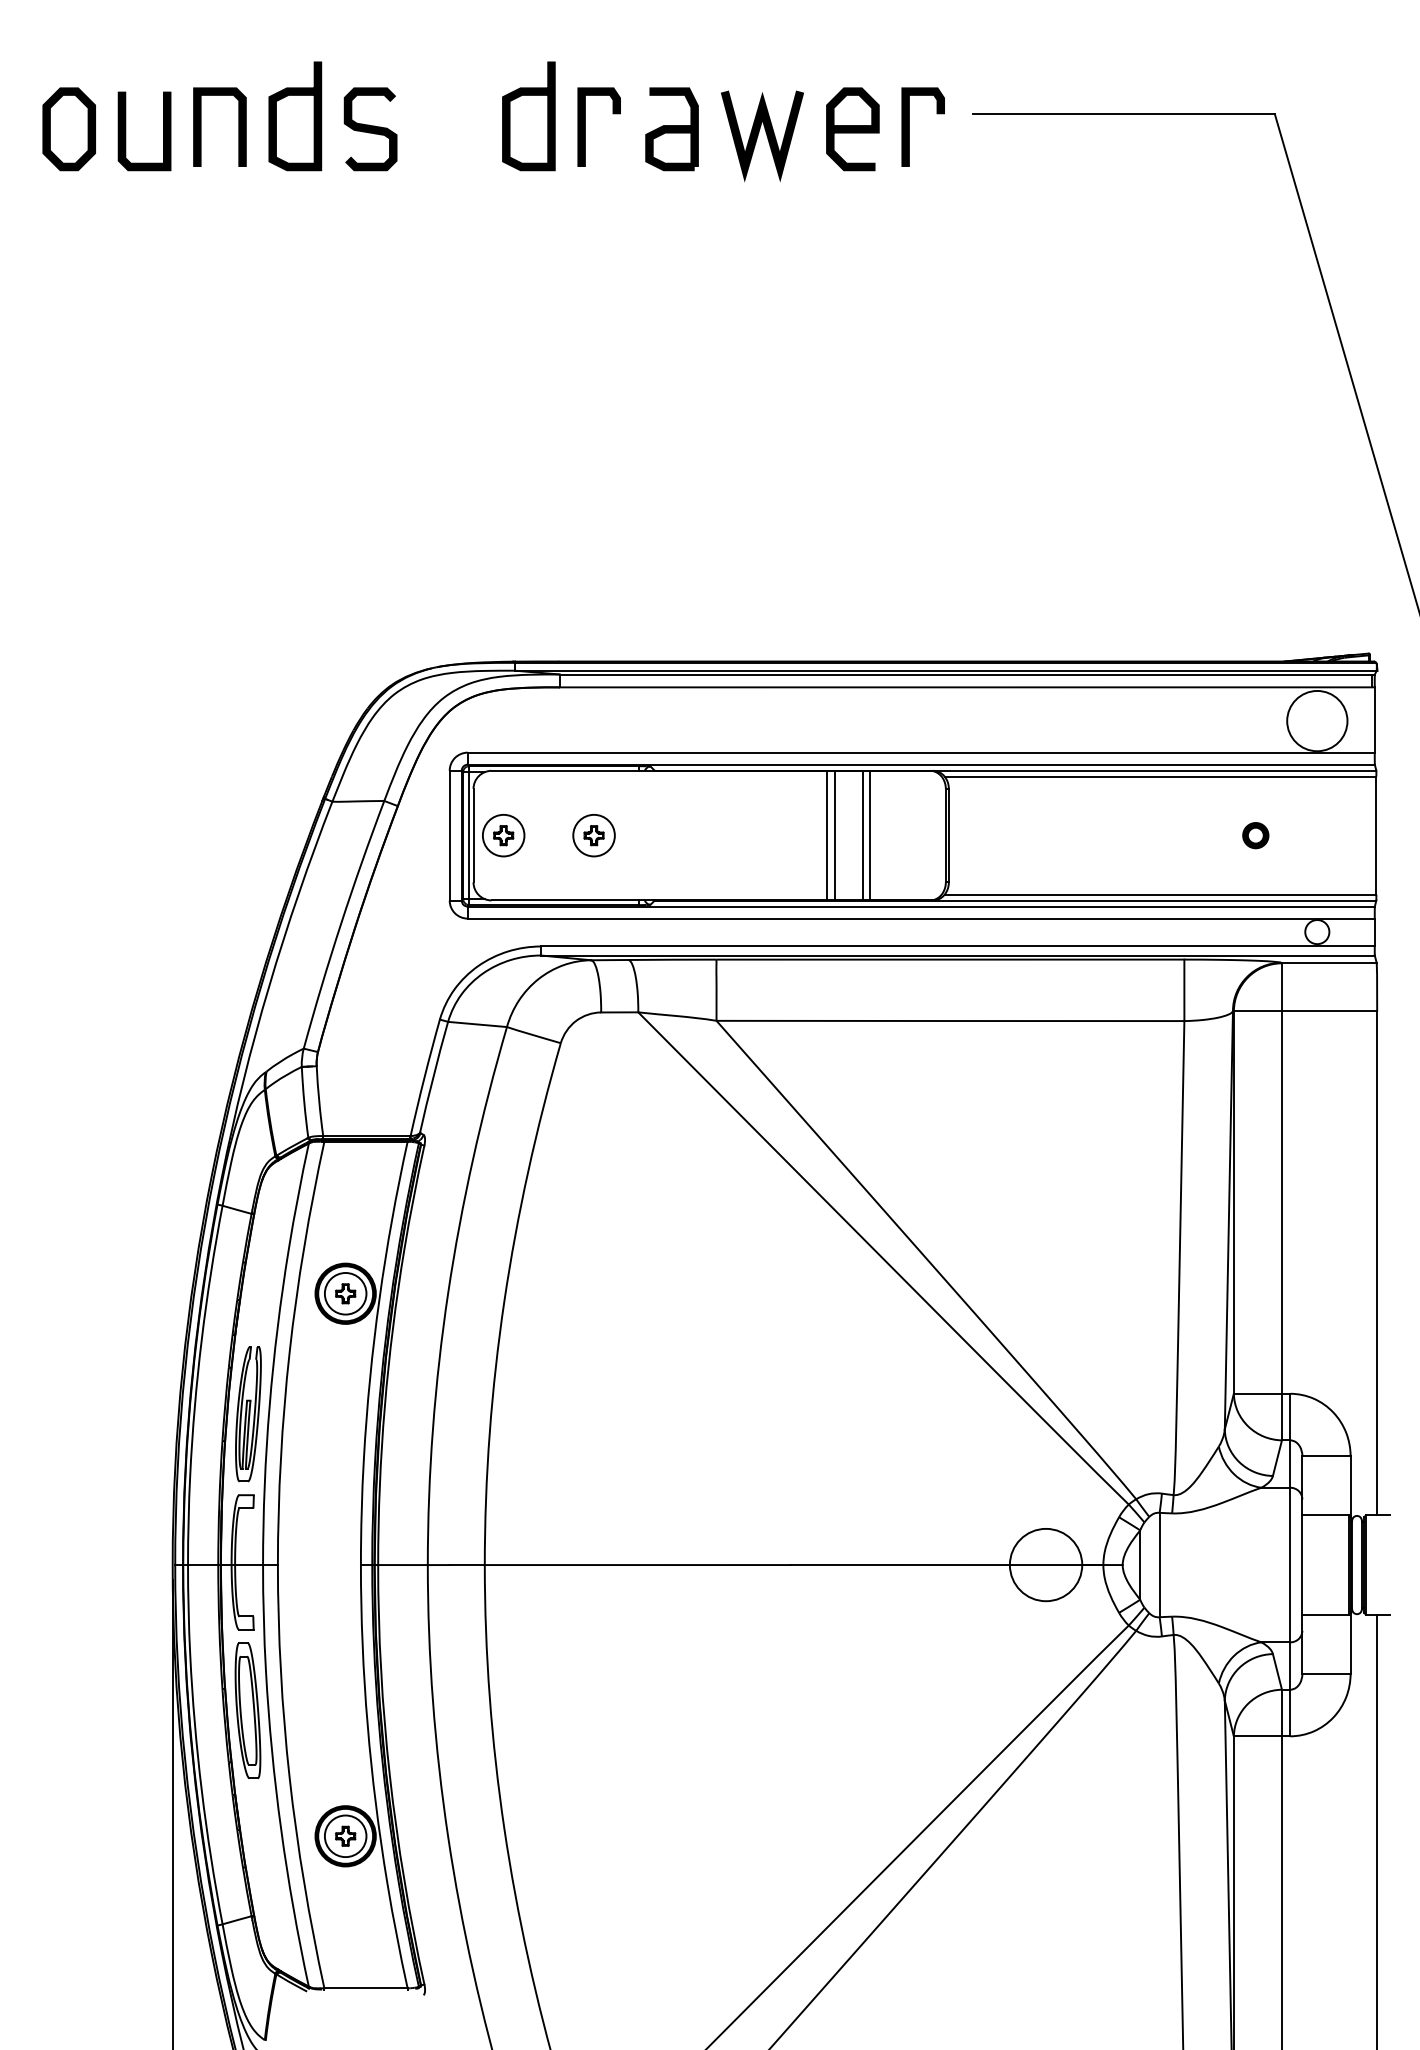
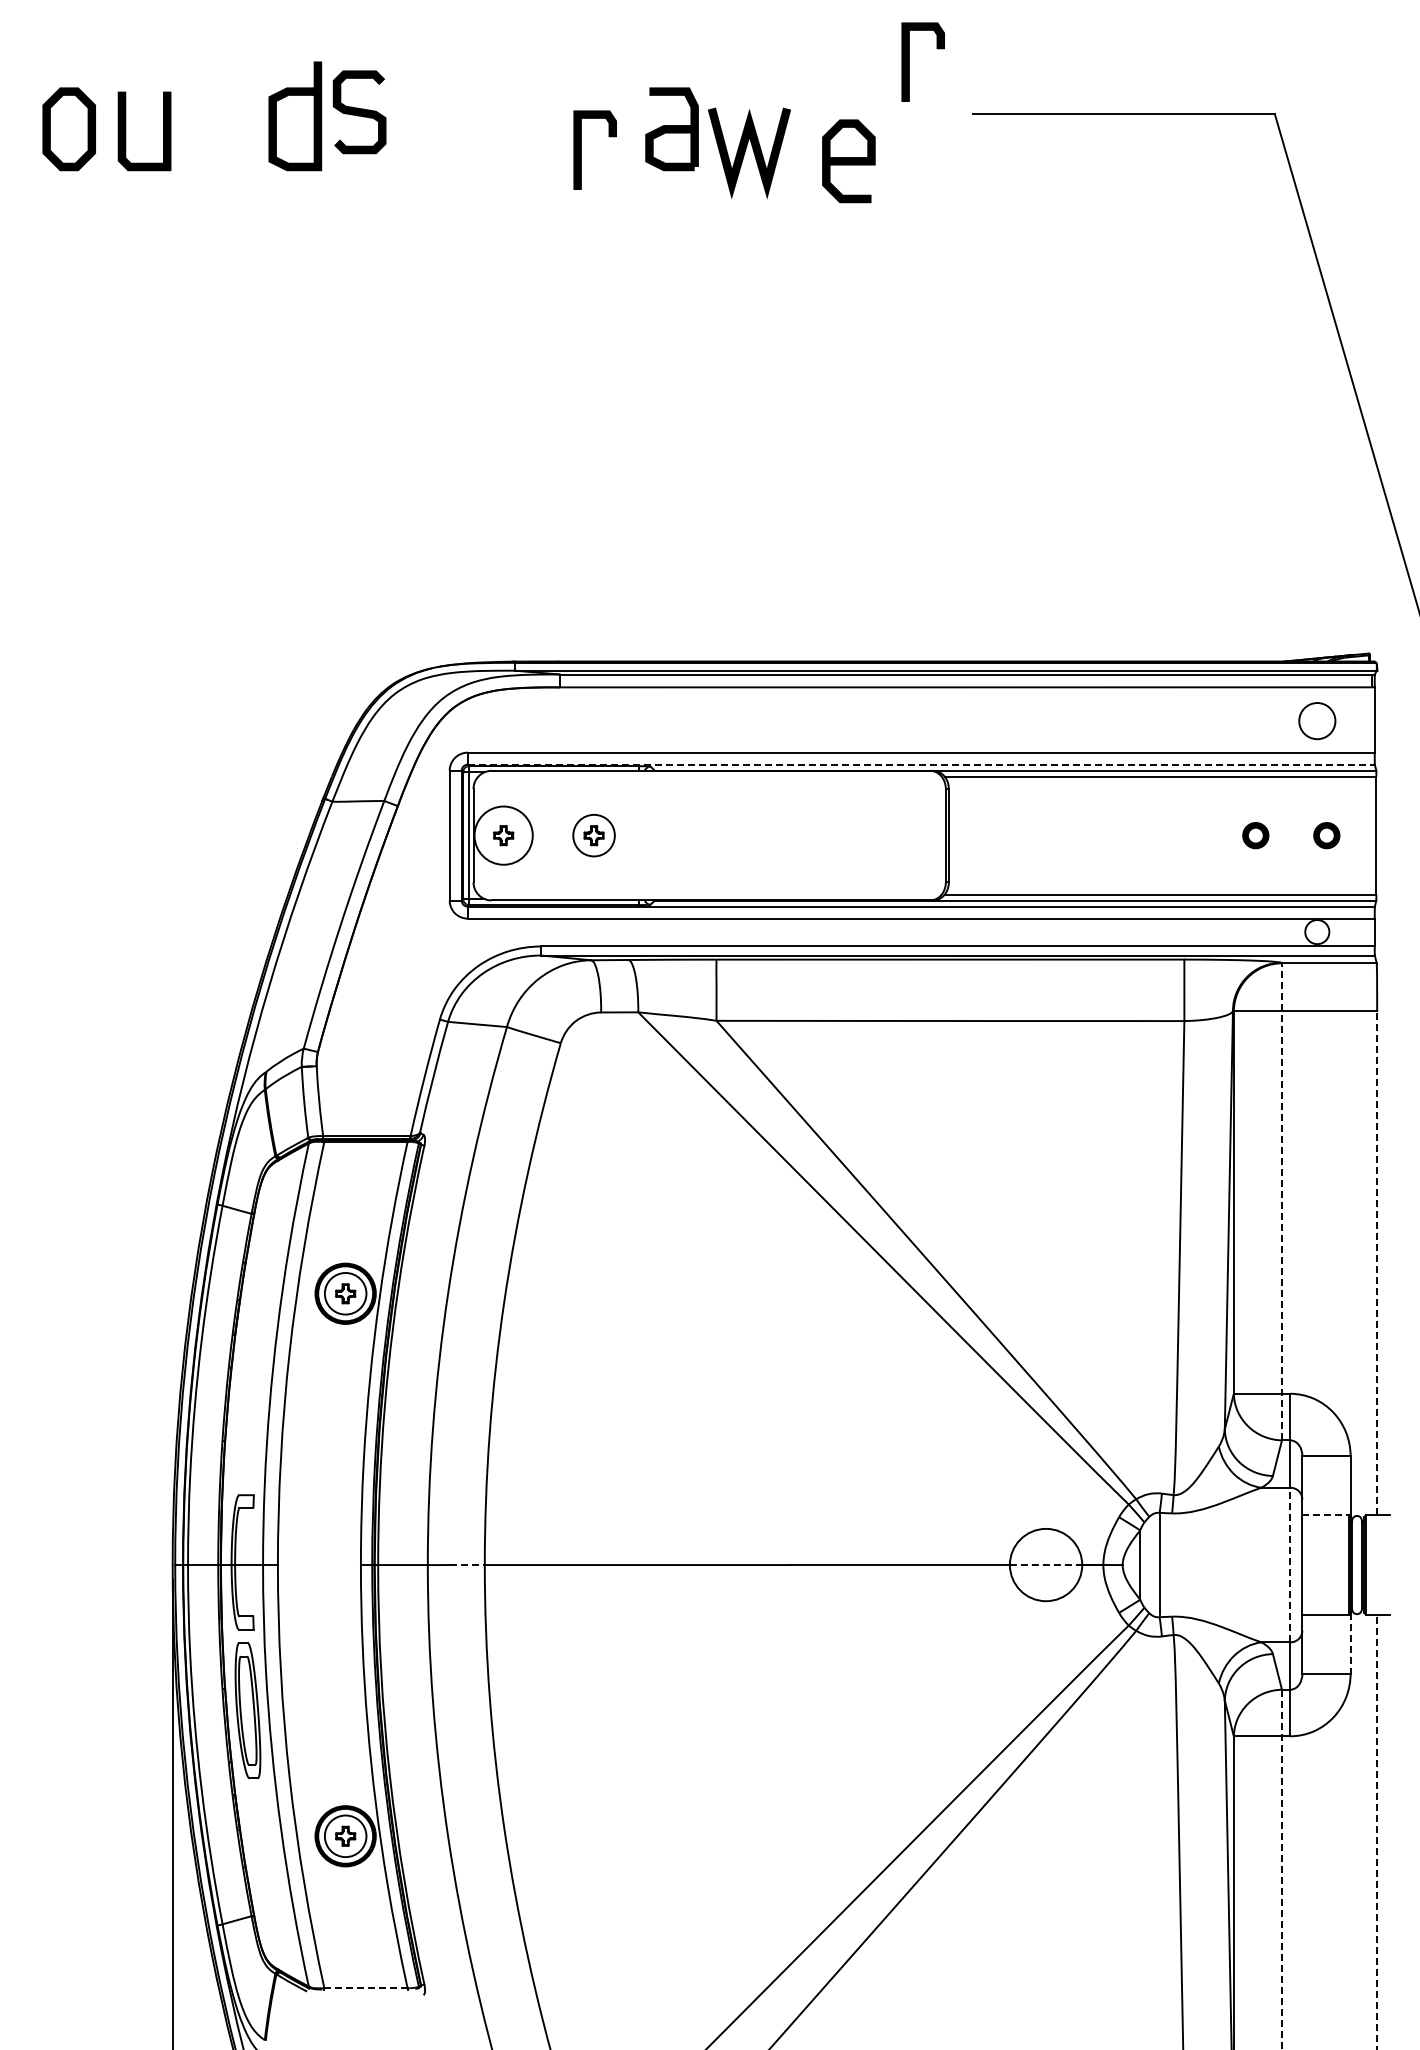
curve at (510, 116): present -> none
line at (201, 126): present -> none
line at (585, 126) position: (585, 126) -> (581, 149)
line at (909, 126) position: (909, 126) -> (909, 61)
curve at (370, 129) position: (370, 129) -> (359, 112)
curve at (852, 129) position: (852, 129) -> (848, 161)
line at (758, 136) position: (758, 136) -> (745, 153)
circle at (1317, 720) diameter: 60 px -> 36 px
line at (921, 764): solid -> dashed
circle at (503, 835) diameter: 42 px -> 58 px
line at (826, 835): present -> none
line at (835, 835): present -> none
line at (863, 835): present -> none
line at (870, 835): present -> none
part at (1326, 835): none -> present
line at (1281, 1201): solid -> dashed
line at (1377, 1263): solid -> dashed
part at (248, 1414): present -> none
line at (1326, 1515): solid -> dashed
line at (1290, 1564): solid -> dashed
line at (467, 1565): solid -> dashed
line at (1046, 1565): solid -> dashed
line at (1350, 1644): solid -> dashed
line at (1377, 1831): solid -> dashed
line at (1281, 1869): solid -> dashed
line at (366, 1988): solid -> dashed
